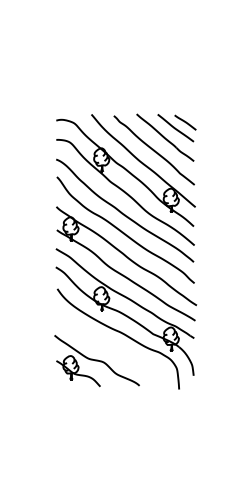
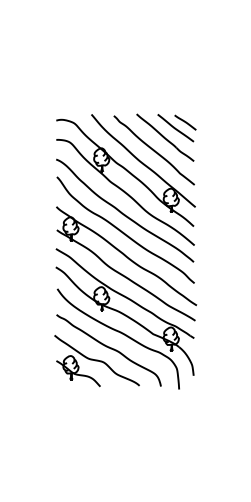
curve at (108, 348): none -> present
